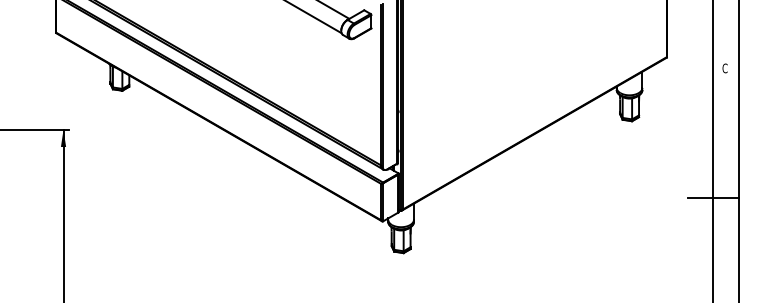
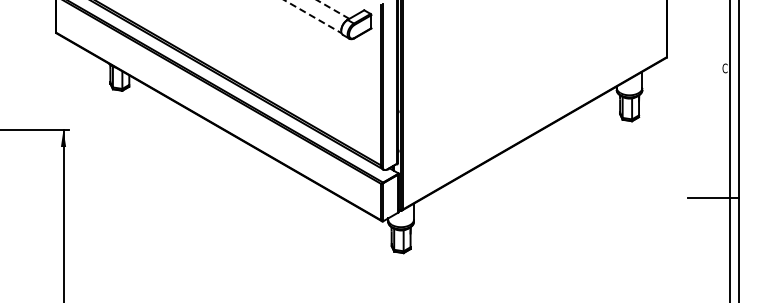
line at (332, 9): solid -> dashed
line at (313, 16): solid -> dashed
line at (713, 150) position: (713, 150) -> (730, 150)
